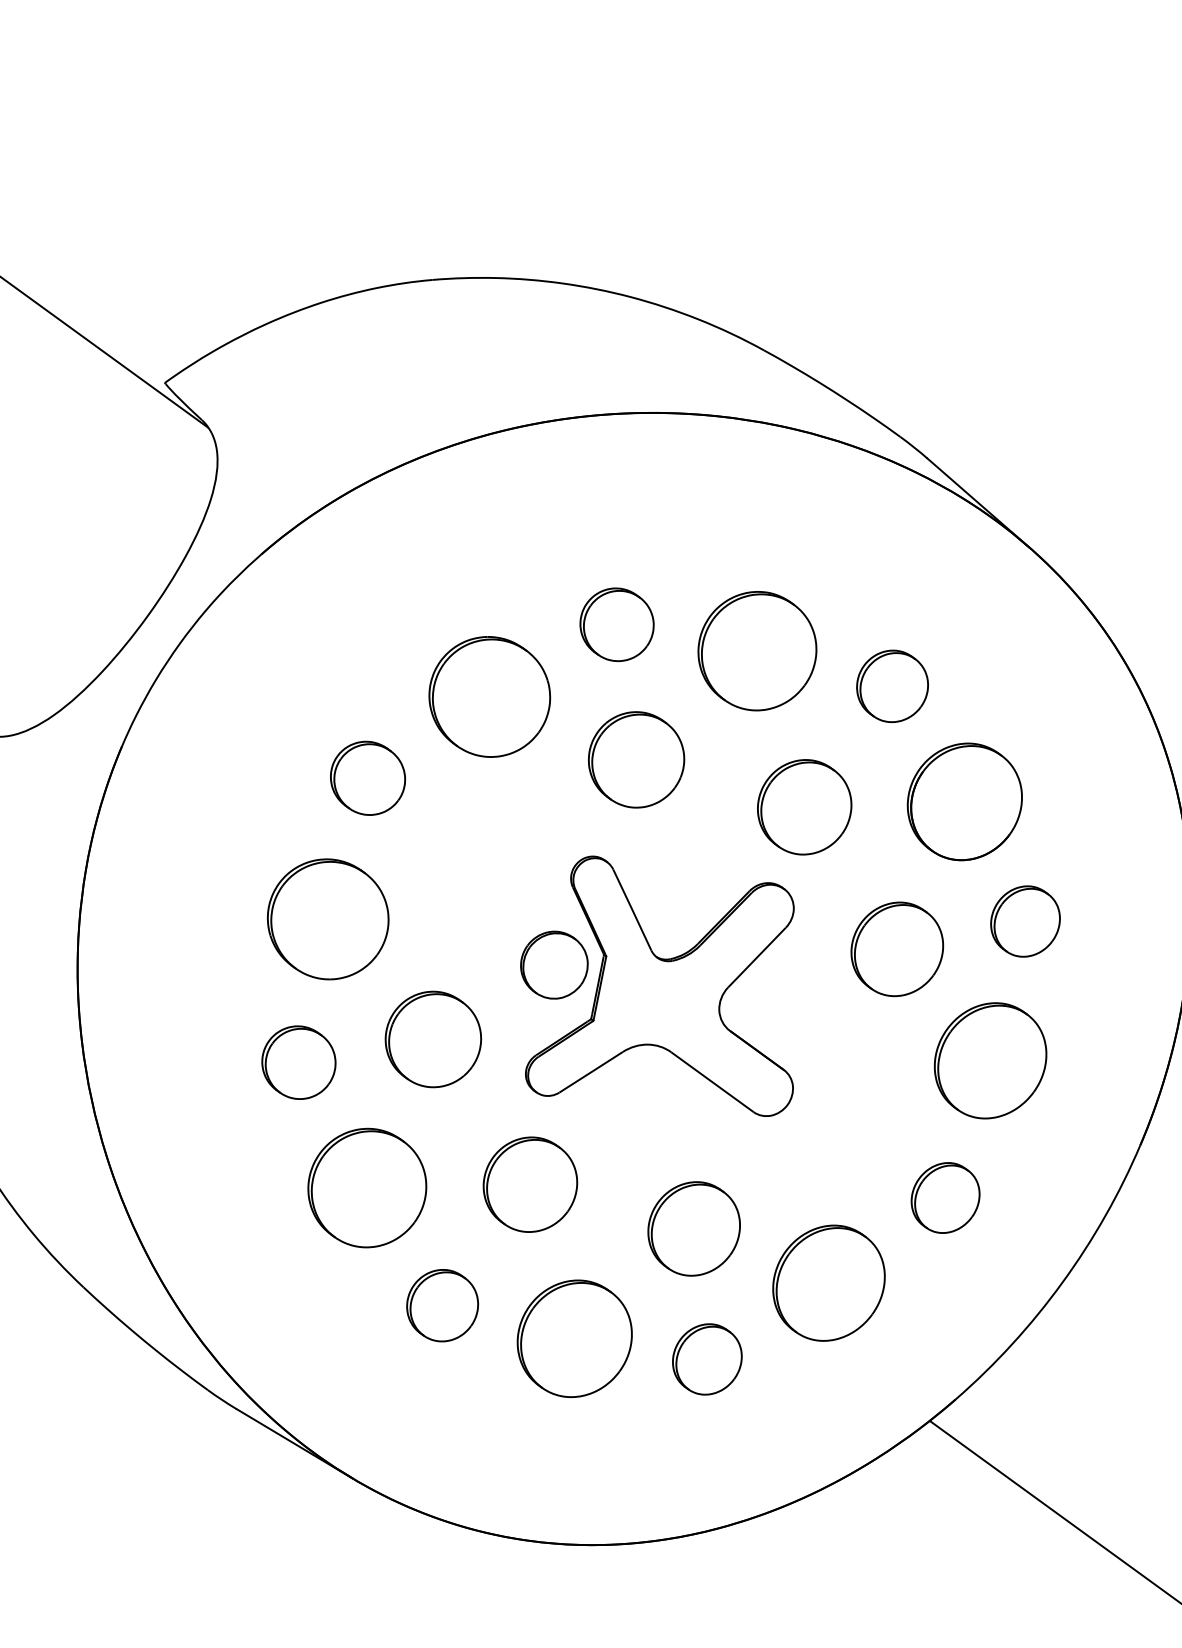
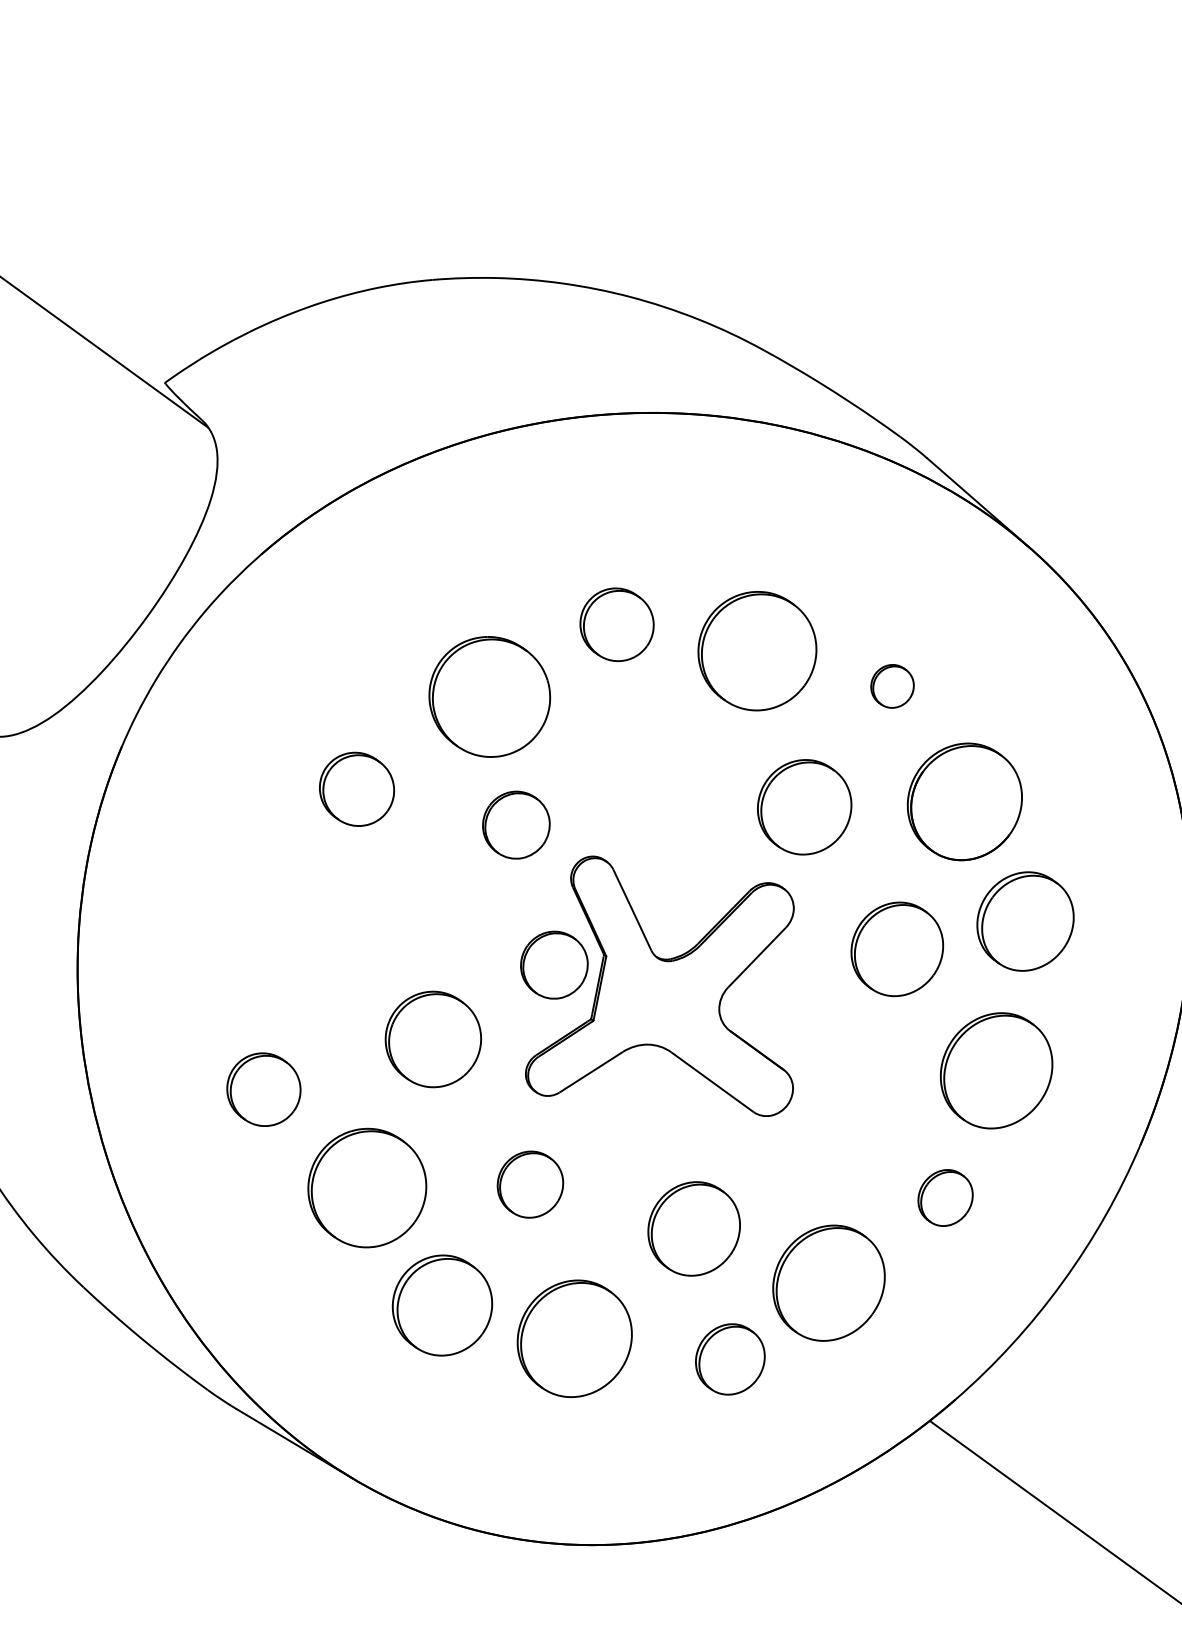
part at (892, 686) size: 73x75 px -> 45x45 px
part at (636, 759): present -> none
part at (367, 777) position: (367, 777) -> (356, 788)
part at (516, 824): none -> present
part at (328, 919): present -> none
part at (1025, 921) size: 71x73 px -> 99x101 px
part at (990, 1060) position: (990, 1060) -> (996, 1070)
part at (298, 1062) position: (298, 1062) -> (263, 1089)
part at (530, 1184) size: 97x97 px -> 69x69 px
part at (945, 1197) size: 71x72 px -> 57x58 px
part at (442, 1305) size: 74x74 px -> 103x103 px
part at (707, 1359) position: (707, 1359) -> (730, 1359)
